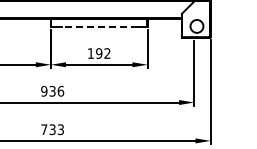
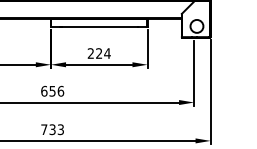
line at (99, 26): dashed -> solid
text at (98, 53): 192 -> 224
text at (48, 90): 936 -> 656
